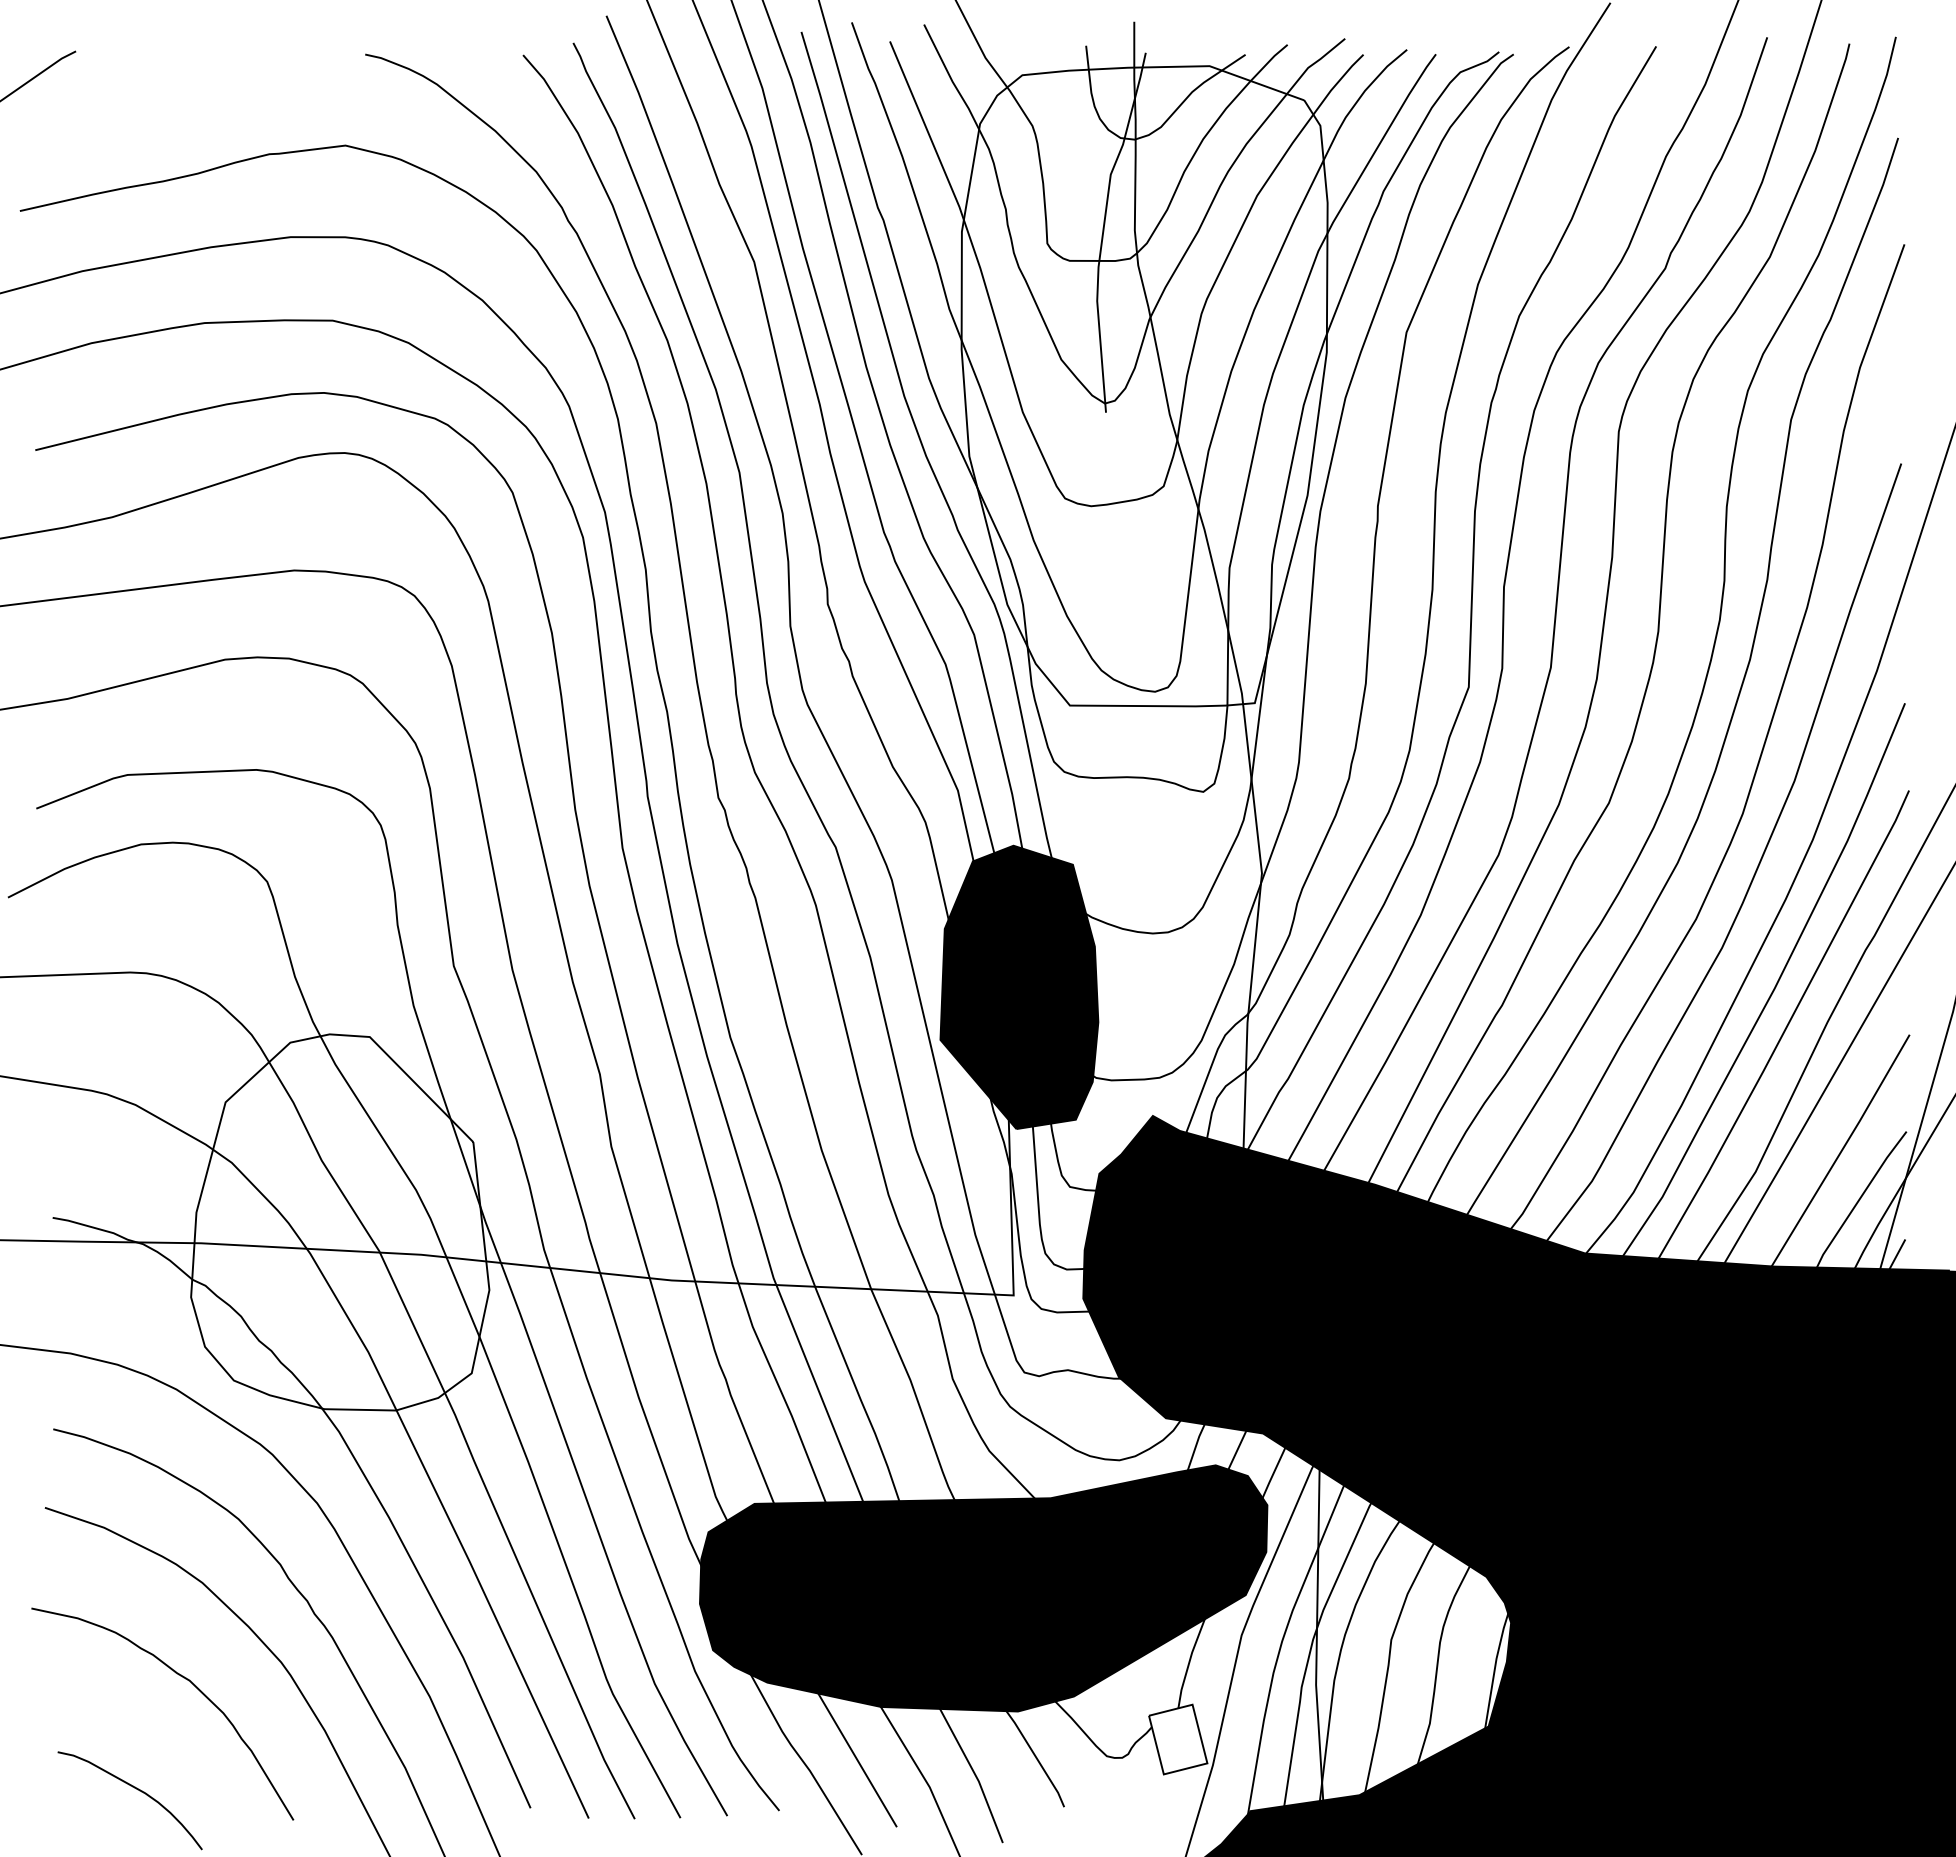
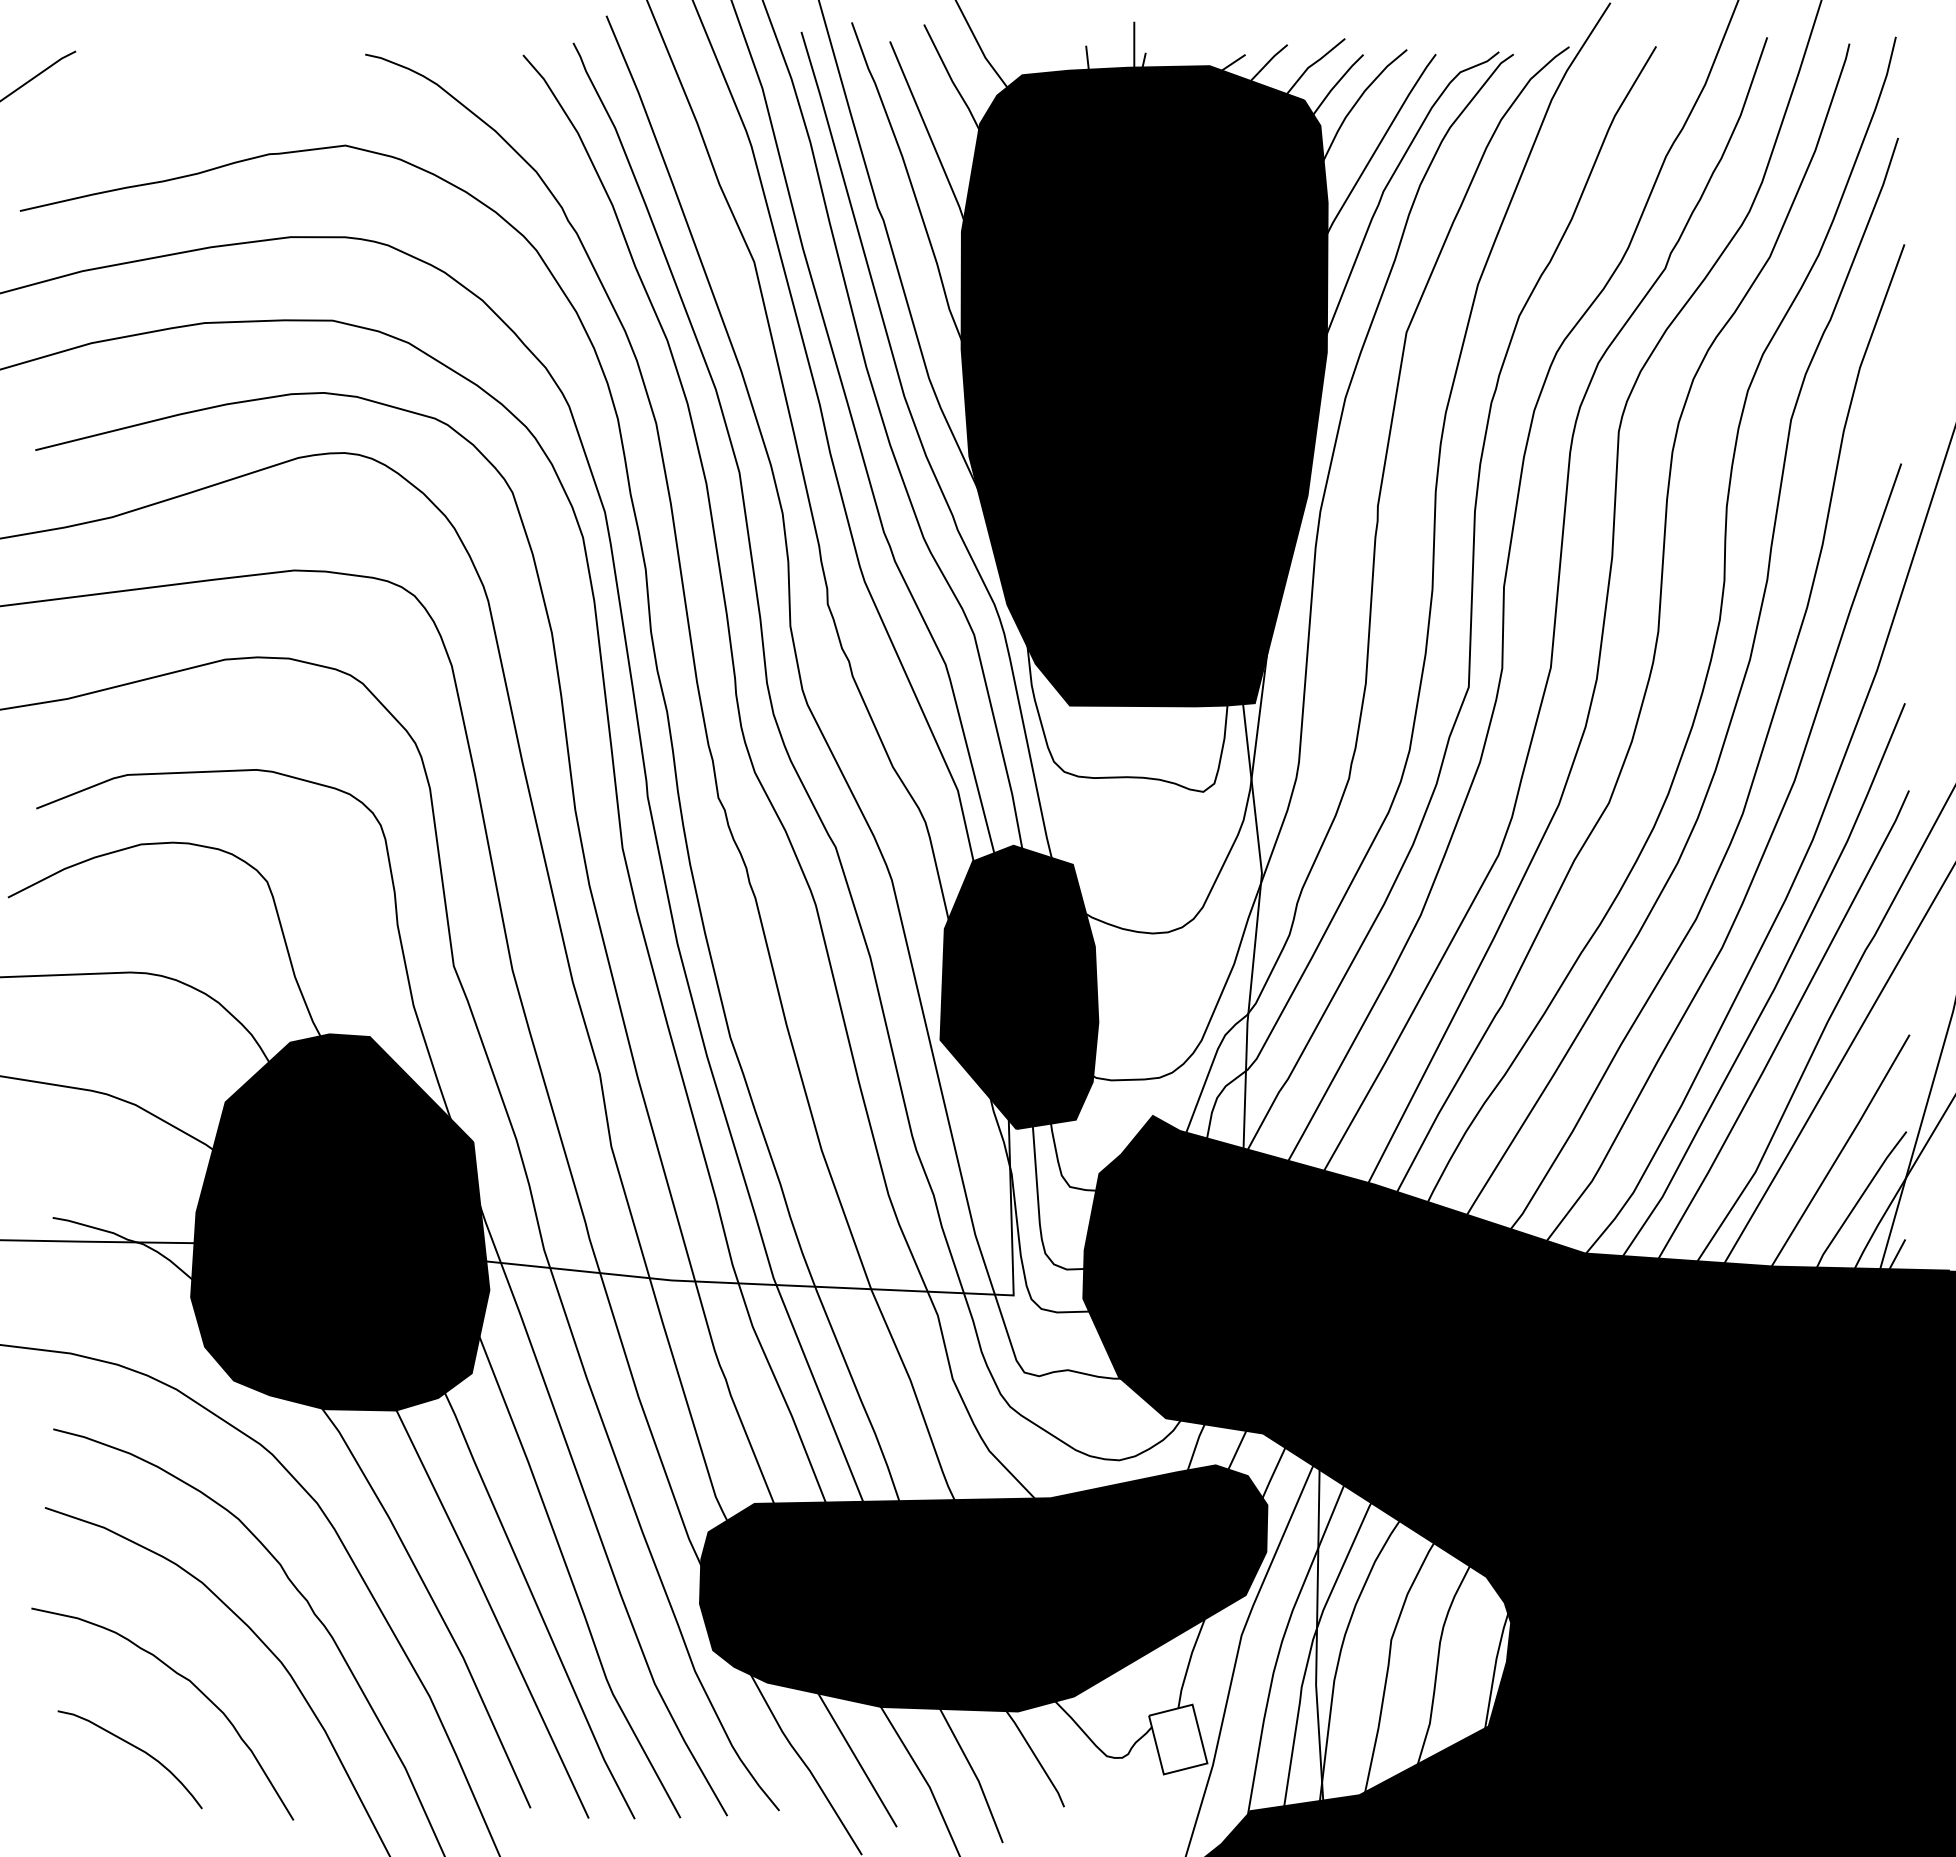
fill at (1144, 386): none -> present
fill at (340, 1222): none -> present
curve at (134, 1788) position: (134, 1788) -> (134, 1747)
